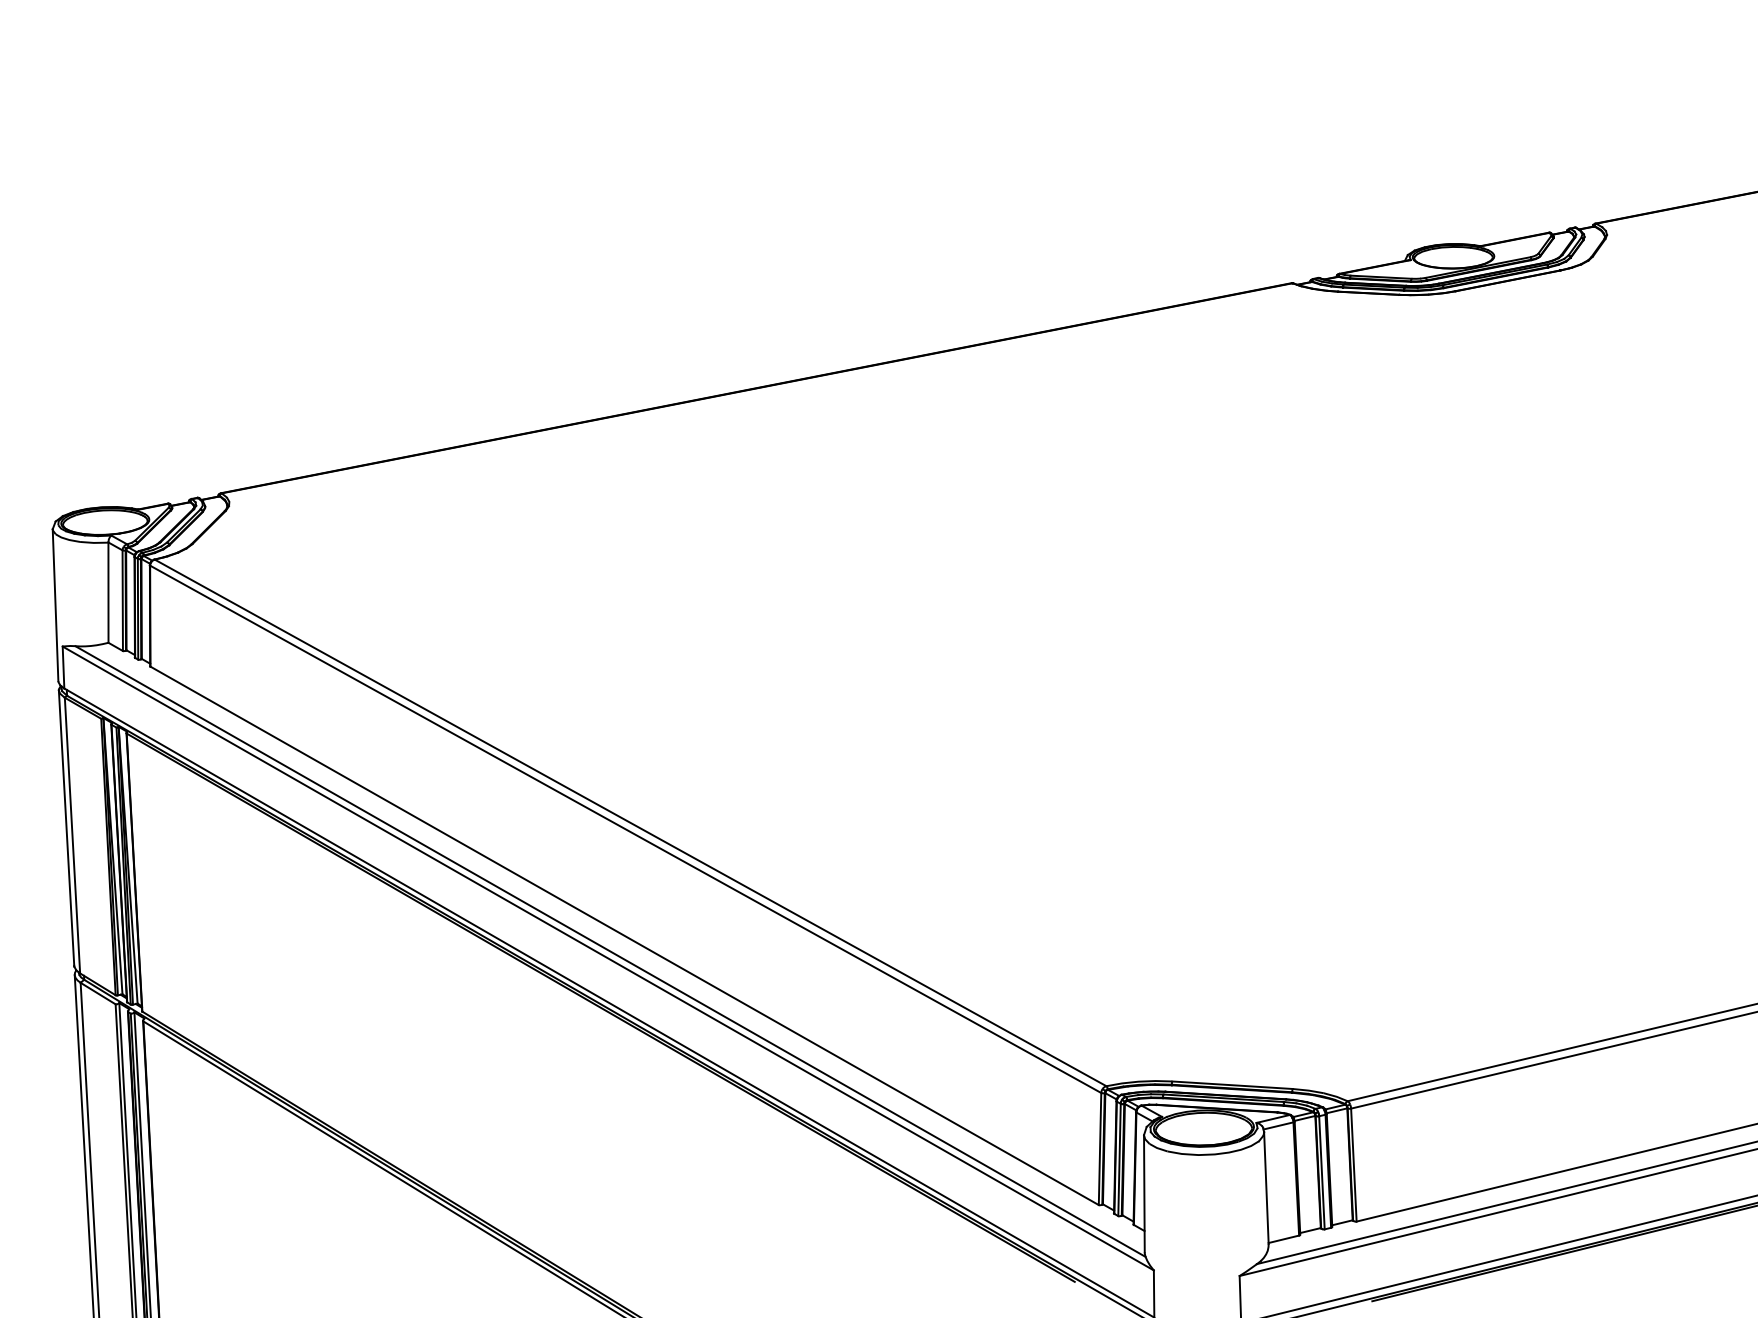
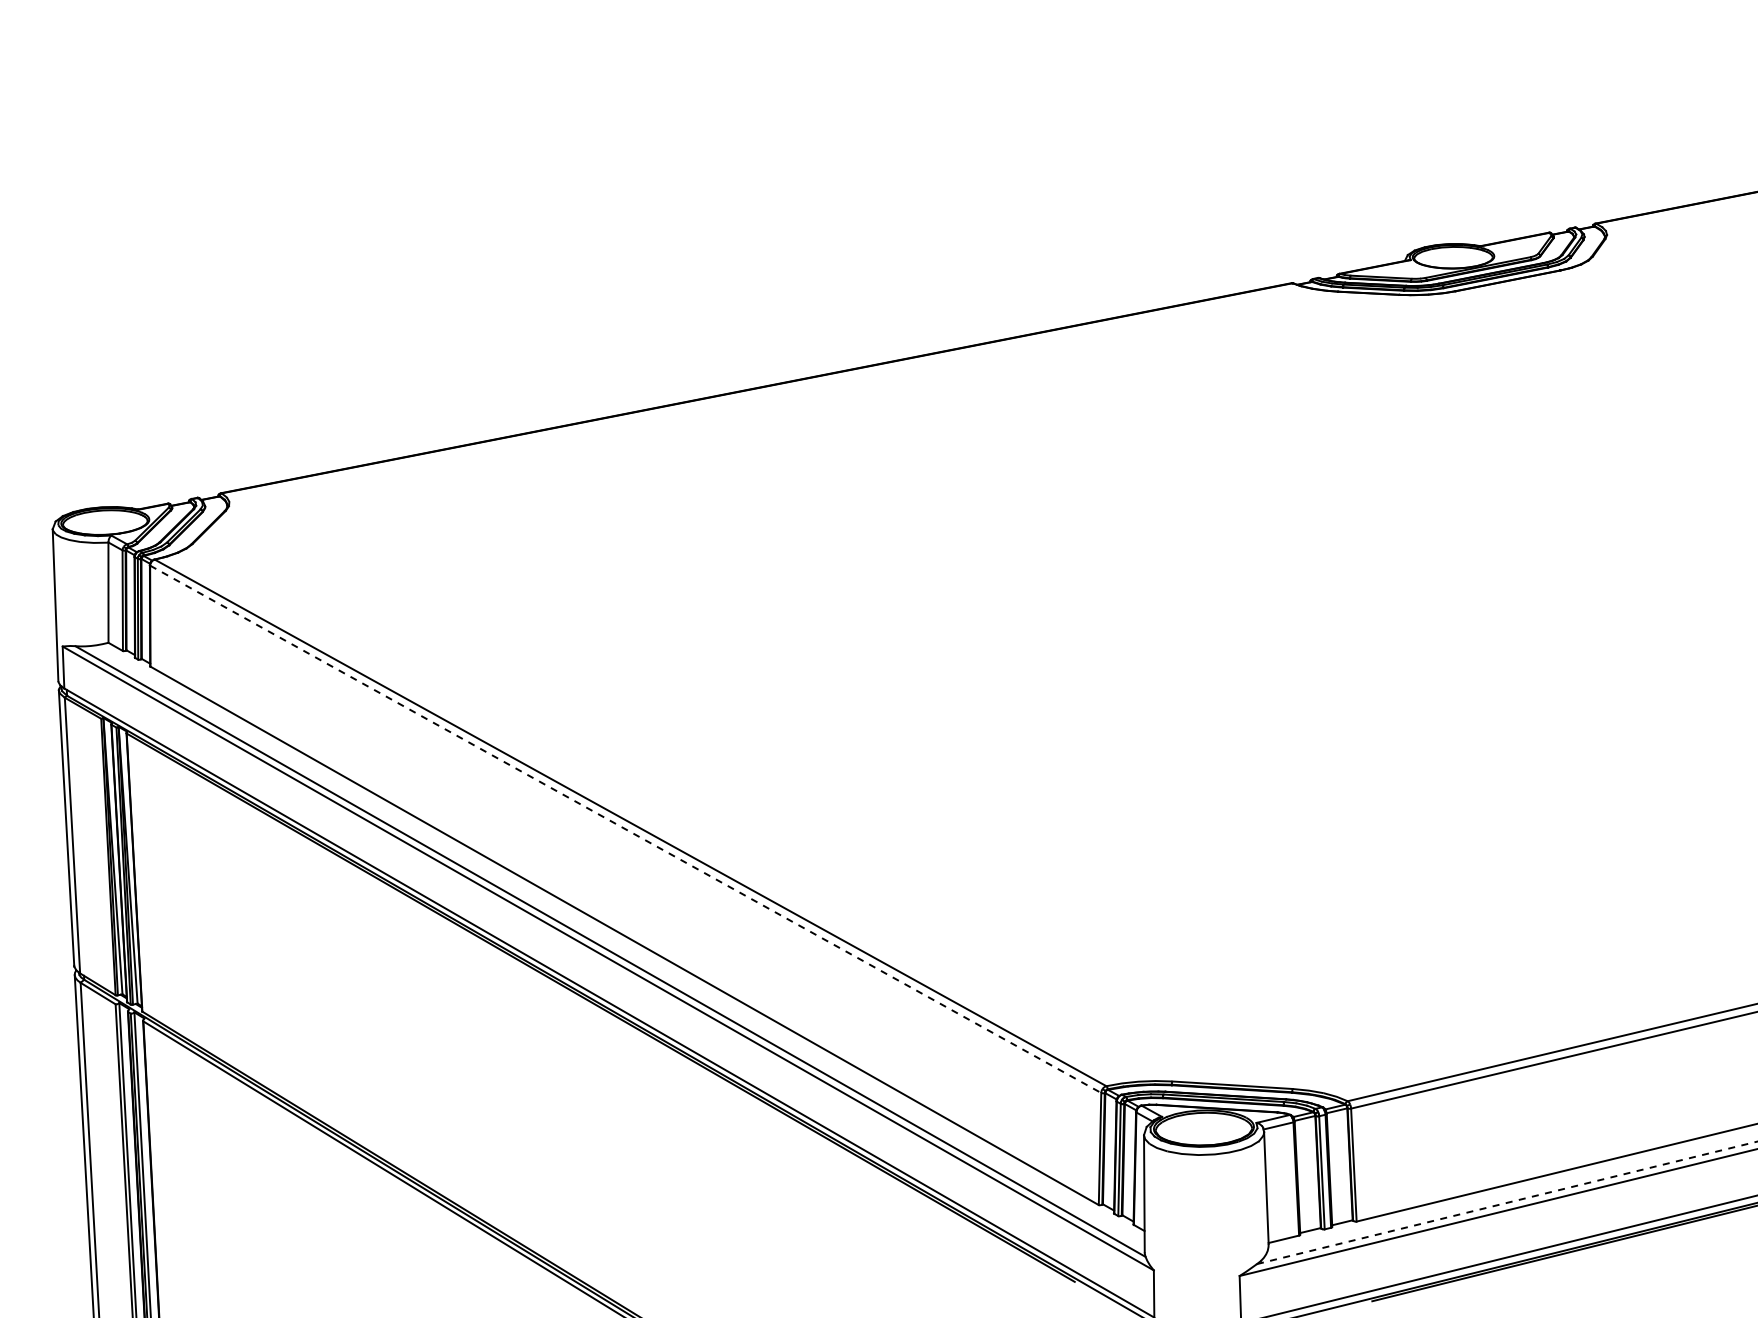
line at (625, 829): solid -> dashed
line at (1507, 1202): solid -> dashed
